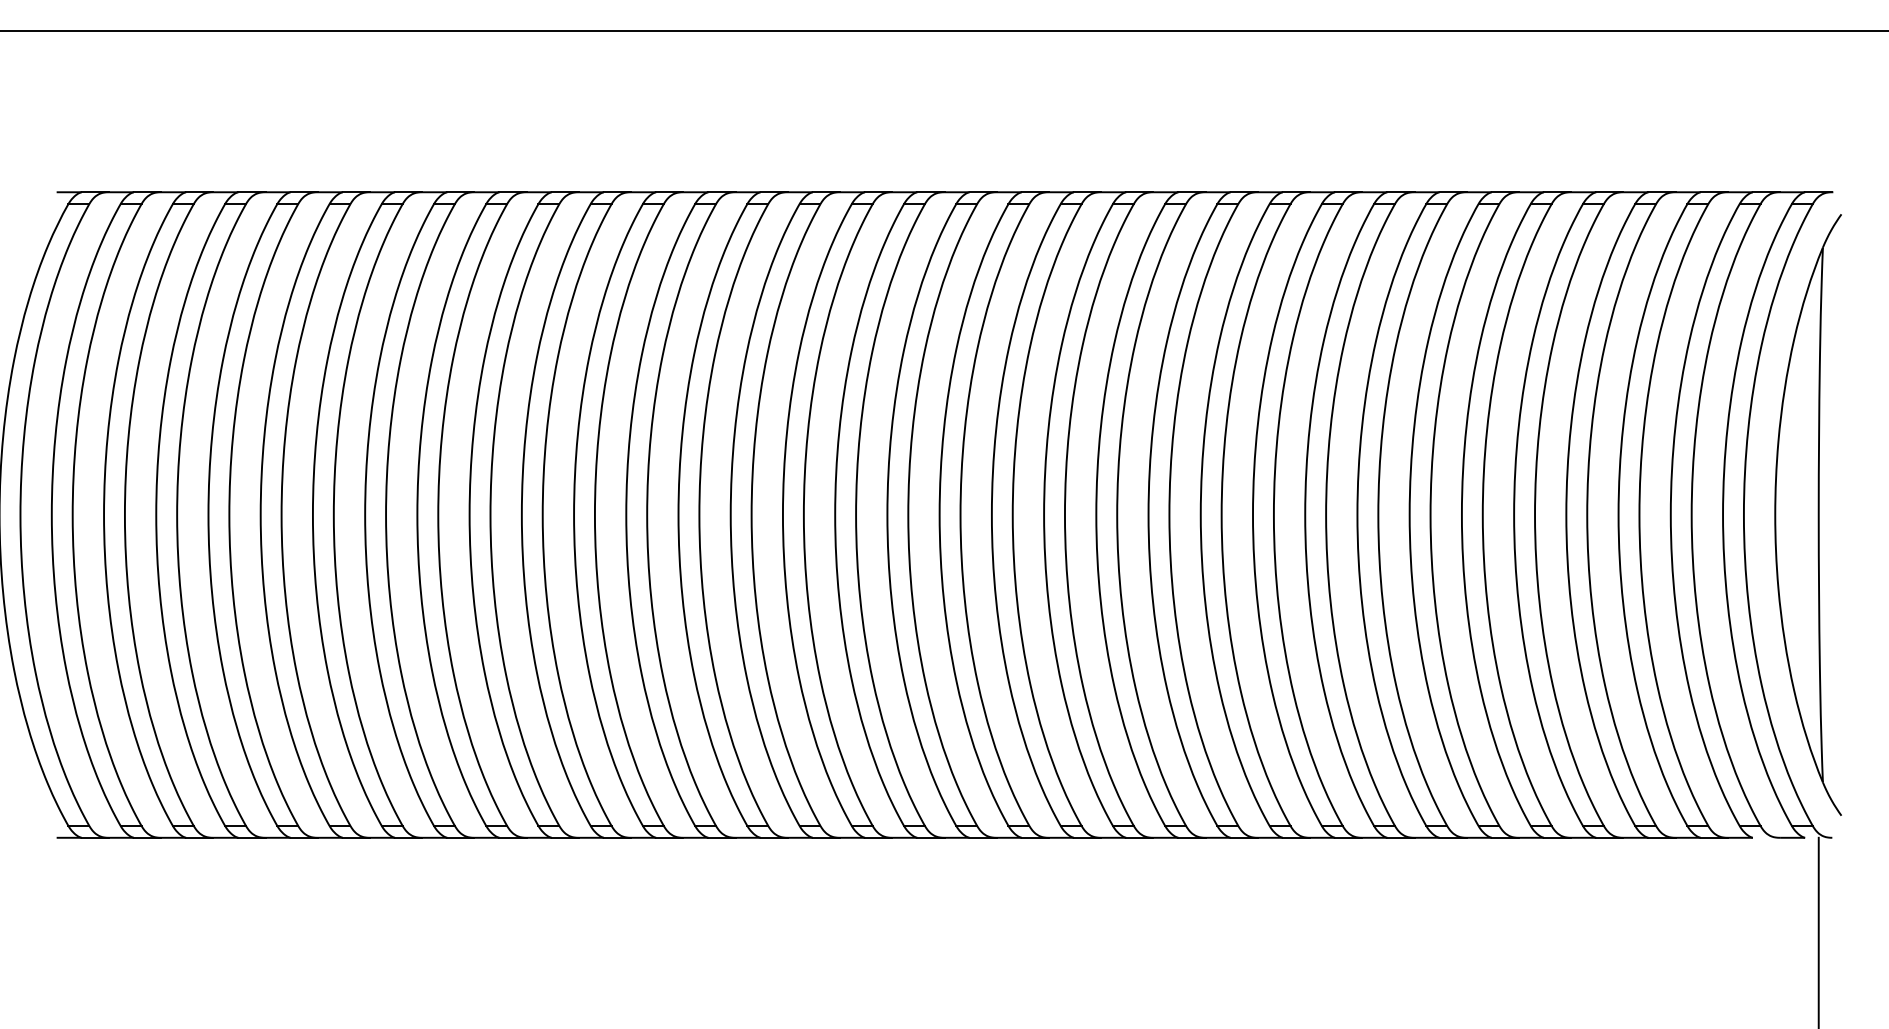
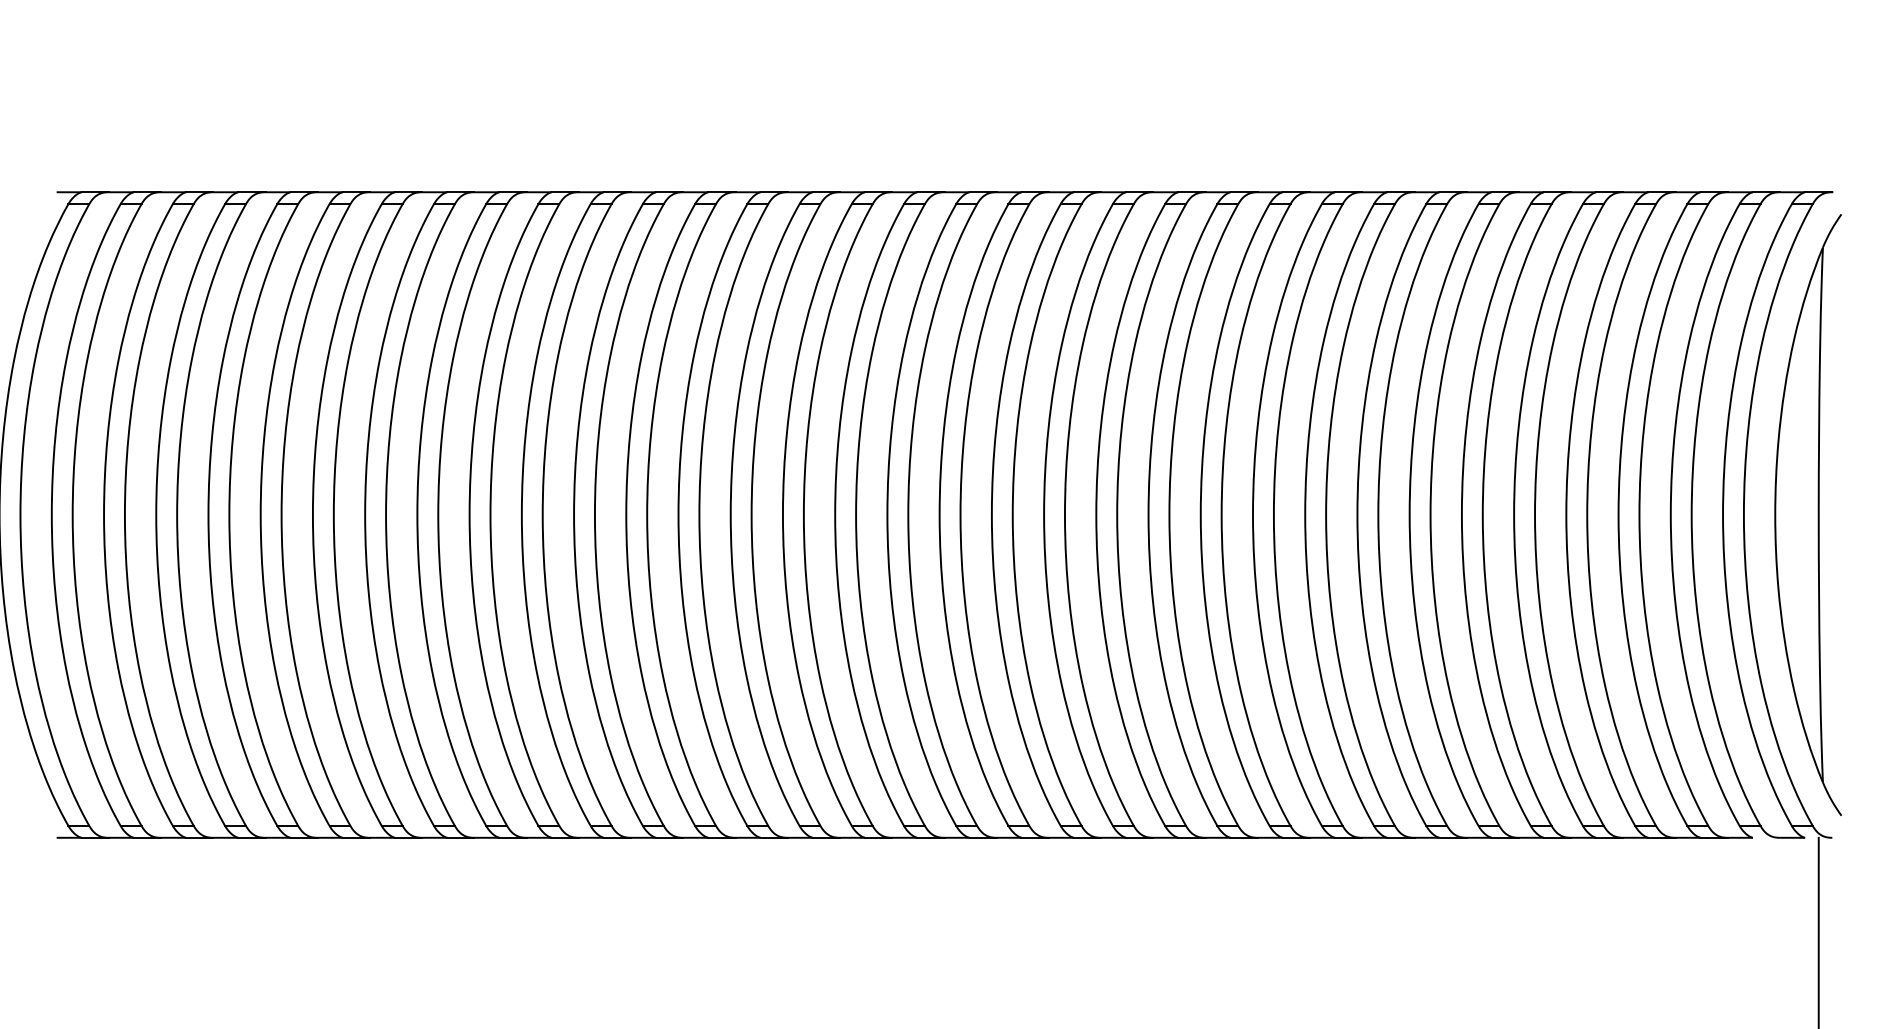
line at (943, 30): present -> none
